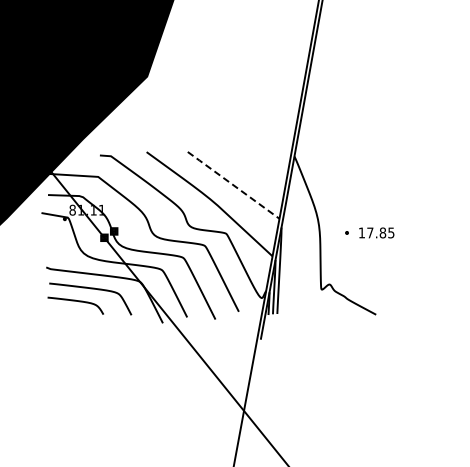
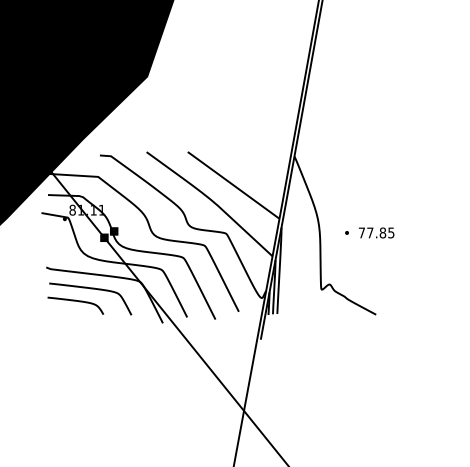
line at (233, 184): dashed -> solid
text at (361, 232): 17.85 -> 77.85
